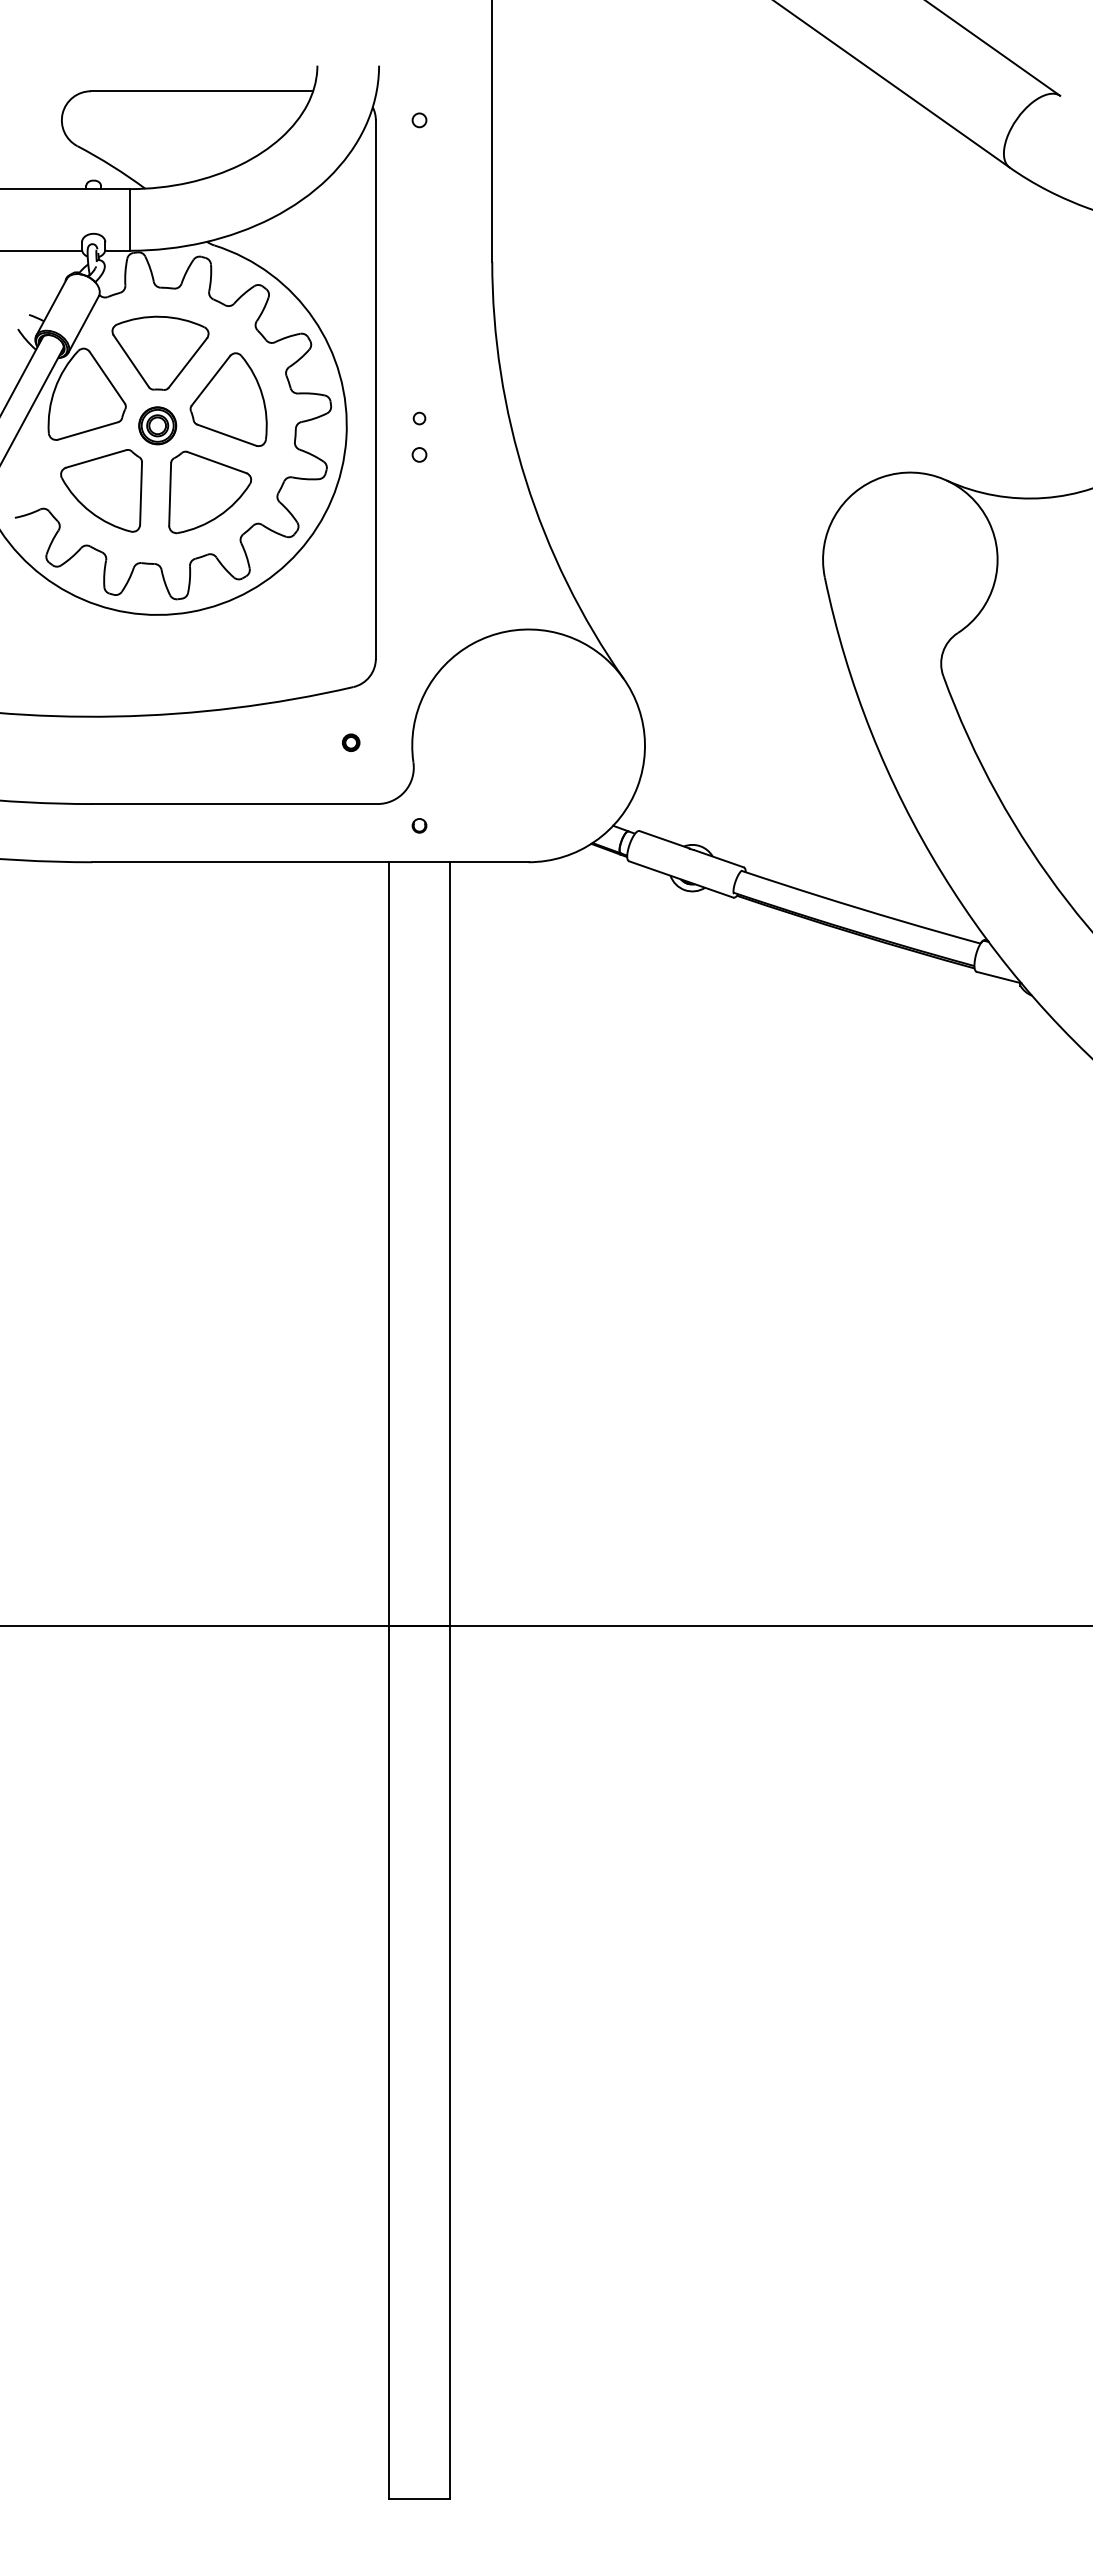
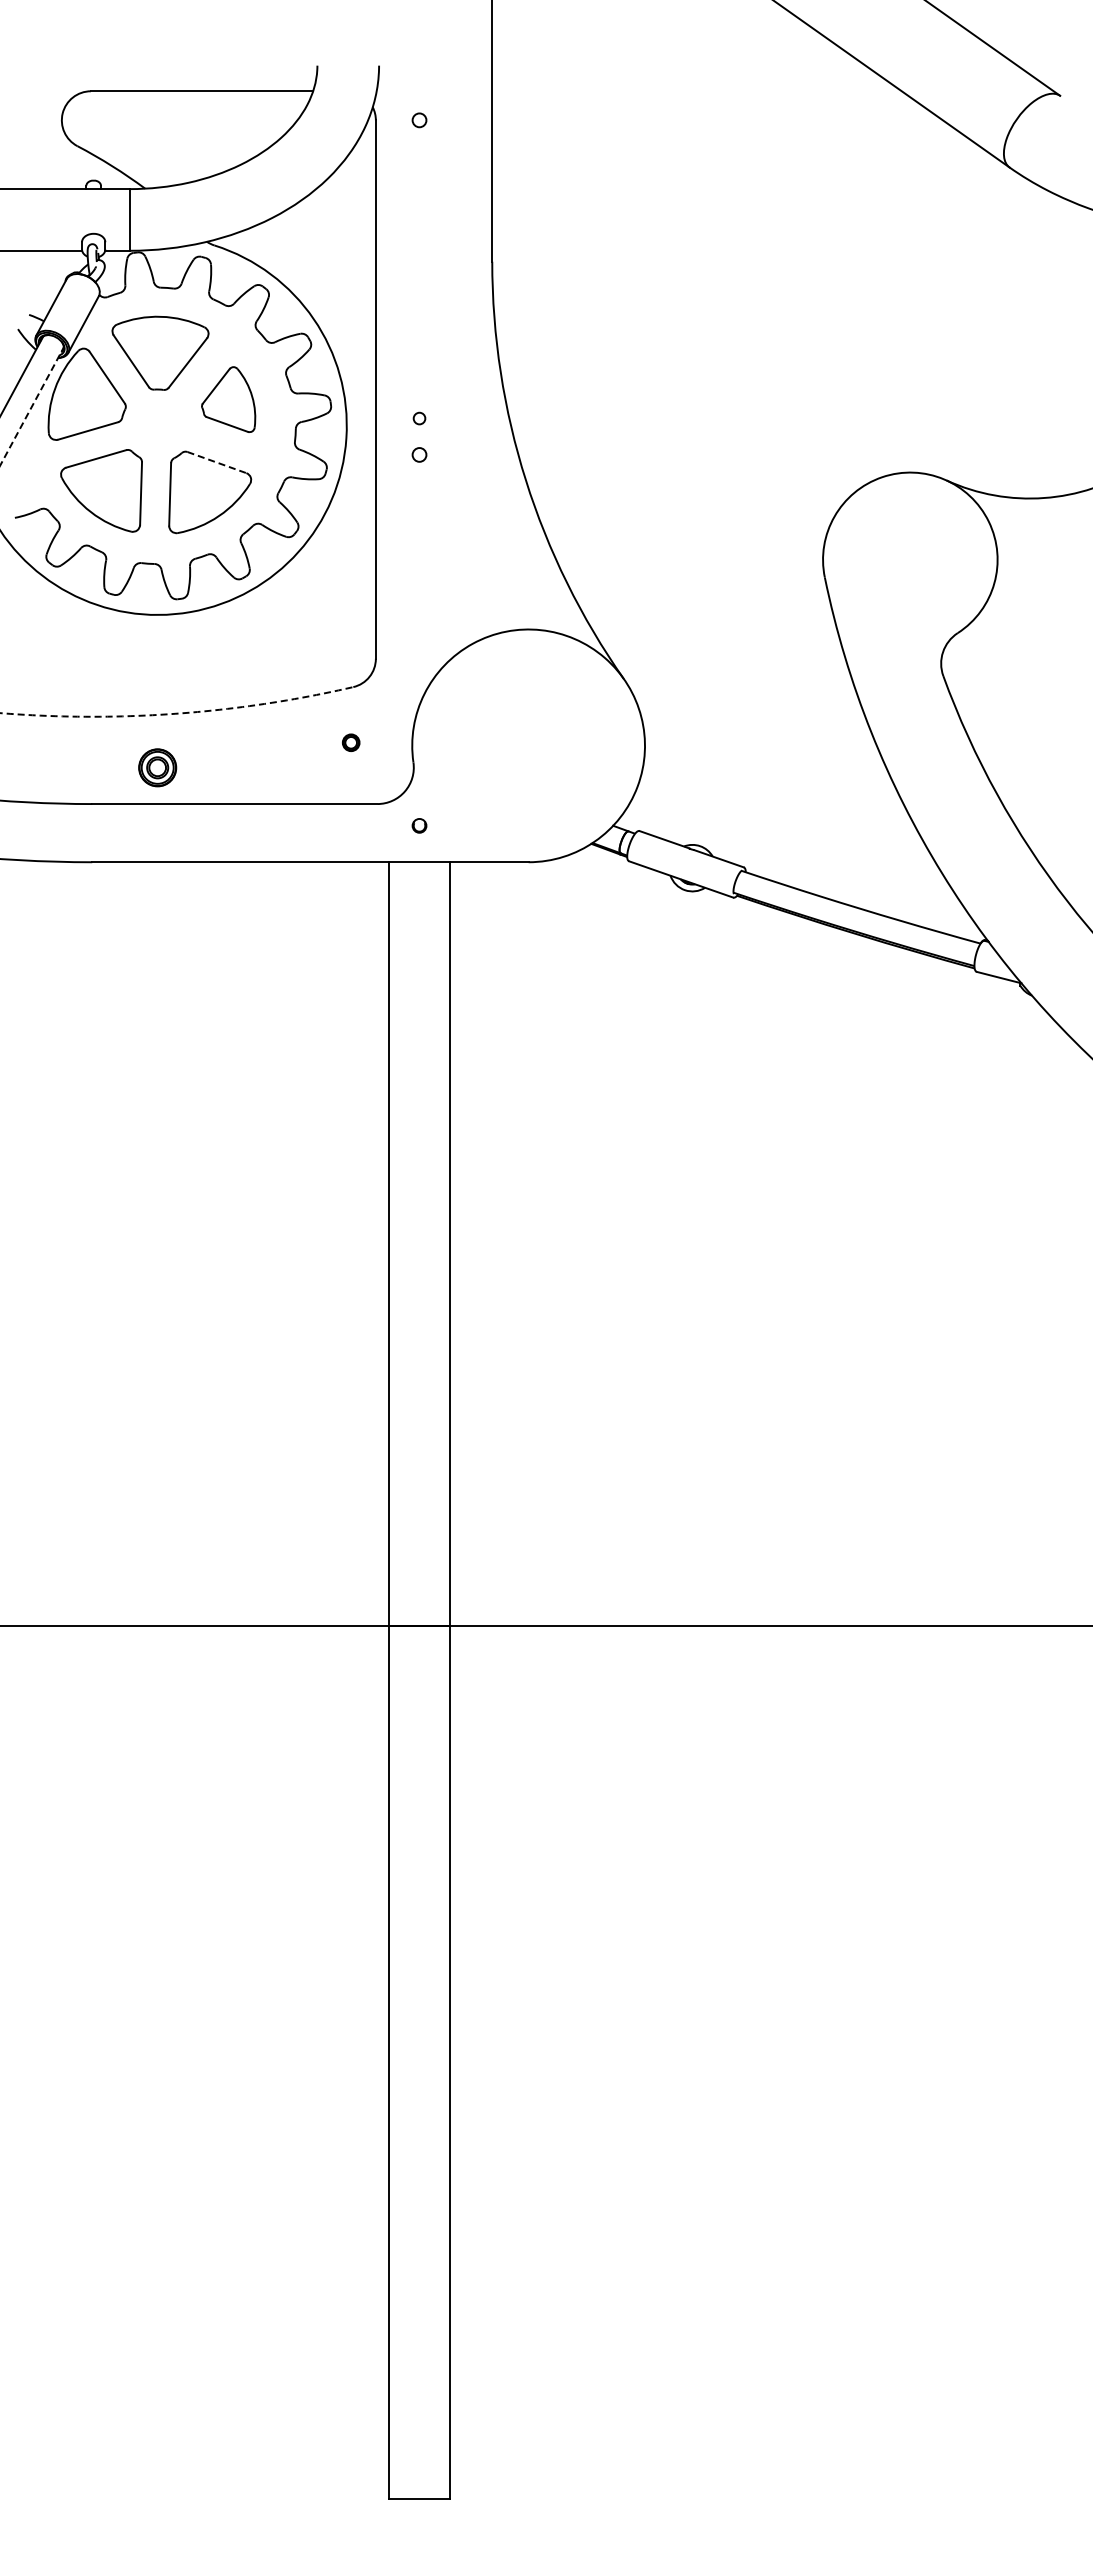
part at (228, 399) size: 79x95 px -> 56x67 px
line at (32, 406): solid -> dashed
part at (157, 425) position: (157, 425) -> (157, 767)
line at (217, 462): solid -> dashed
arc at (177, 713): solid -> dashed
